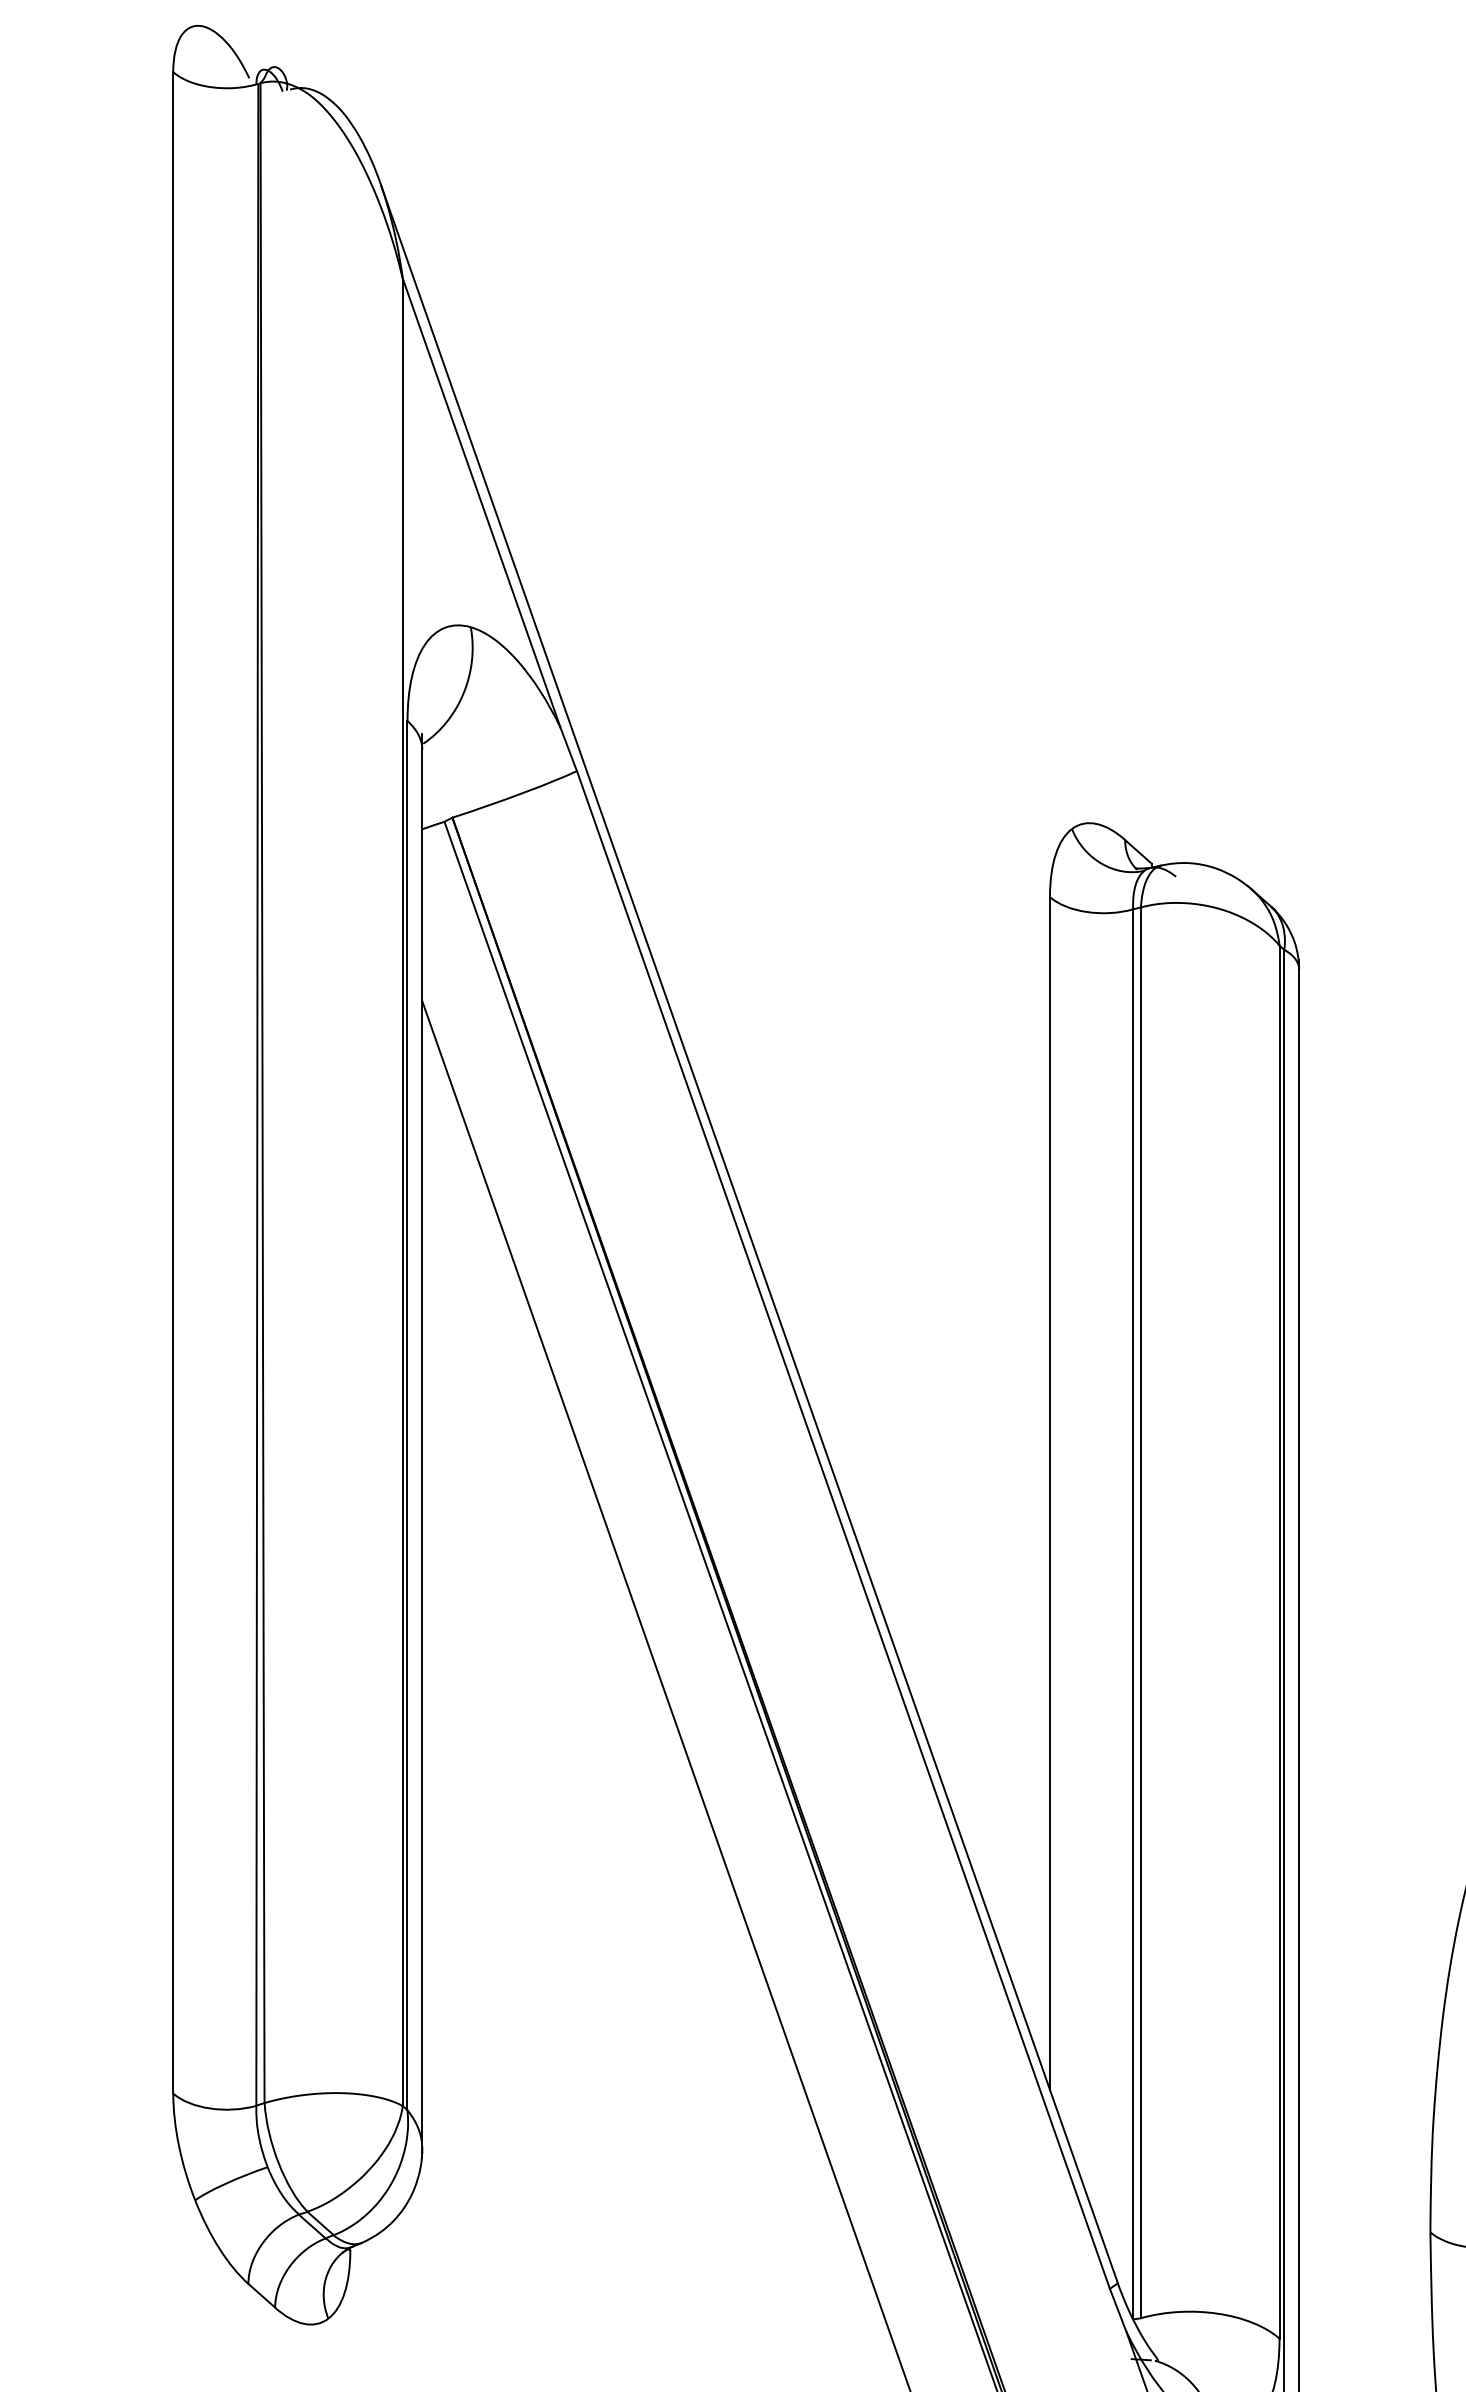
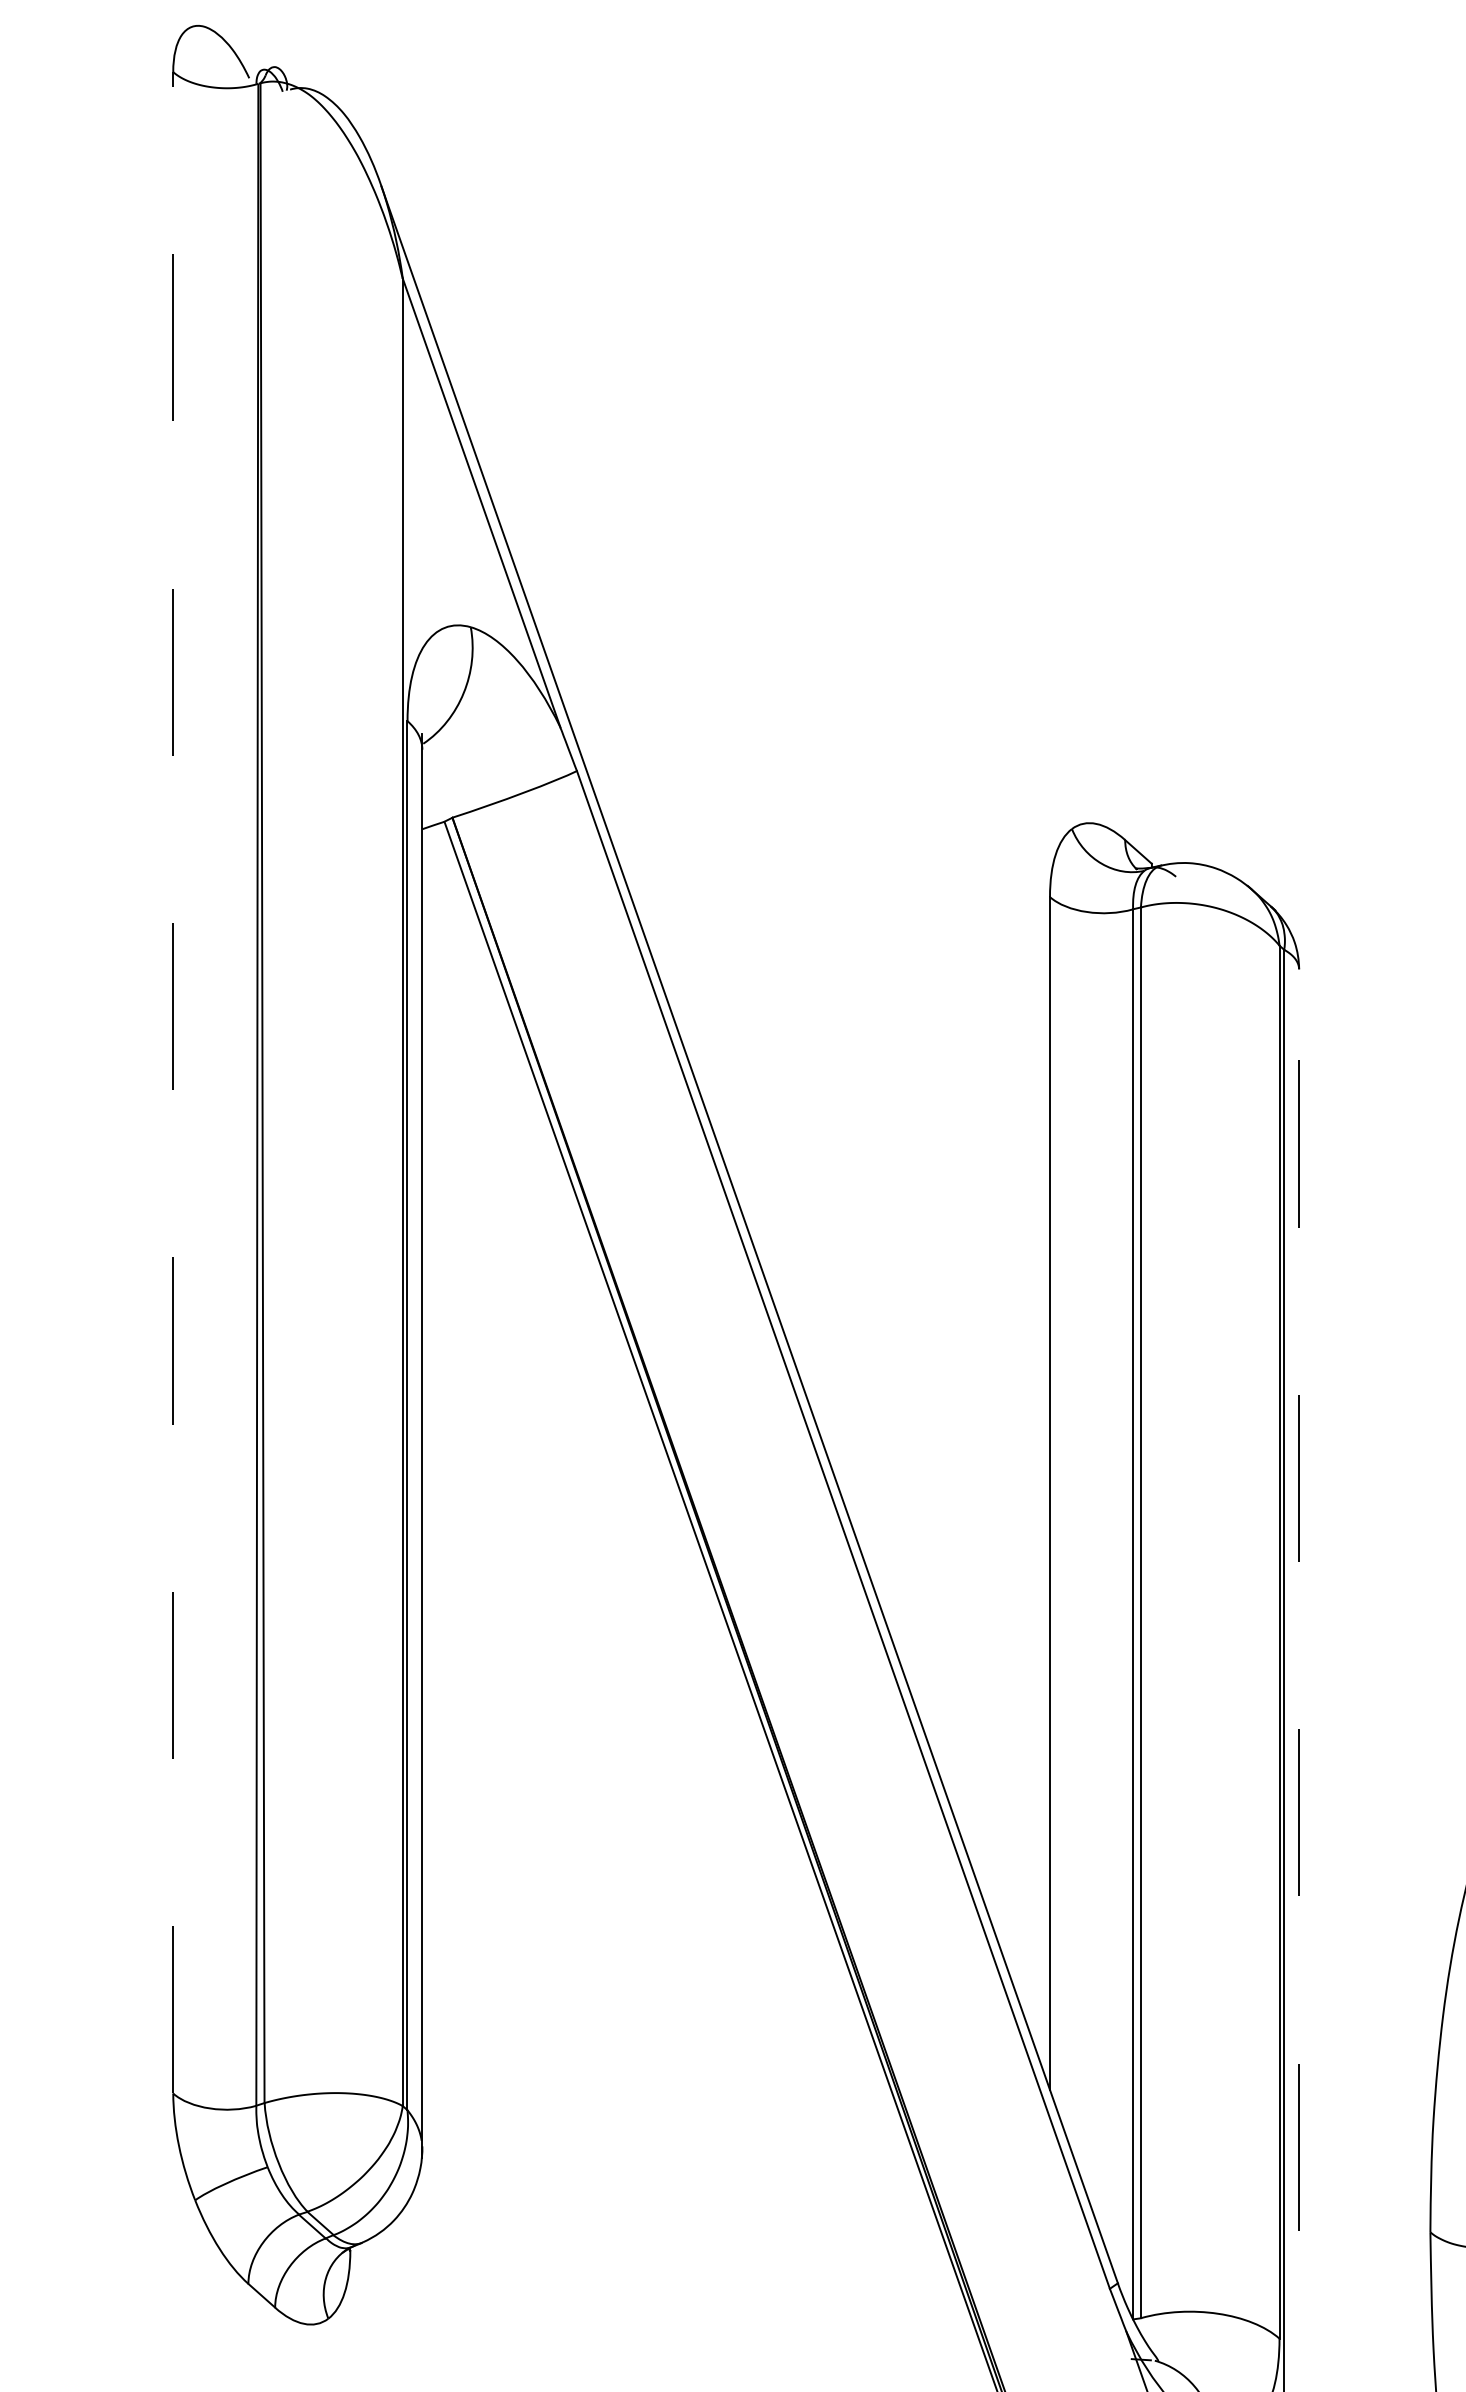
line at (173, 1082): solid -> dashed
line at (1299, 1675): solid -> dashed
line at (665, 1694): present -> none
